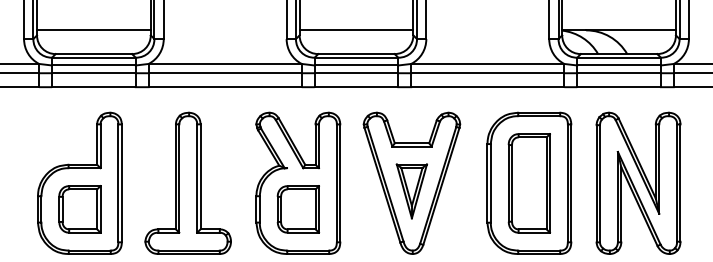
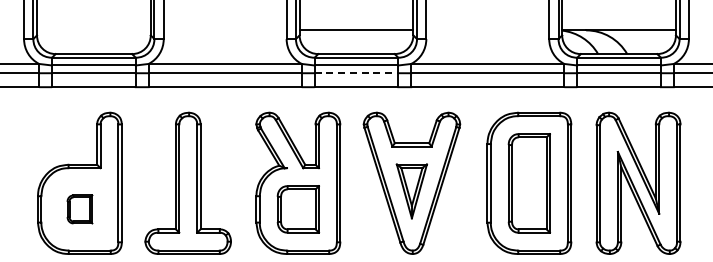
line at (93, 30): present -> none
line at (356, 73): solid -> dashed
part at (79, 209) size: 44x49 px -> 28x31 px
